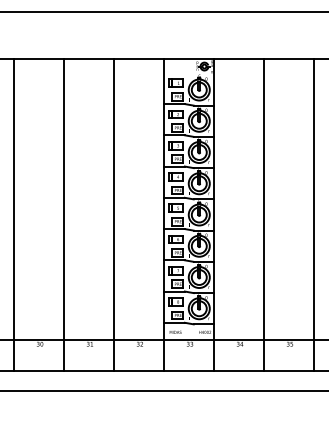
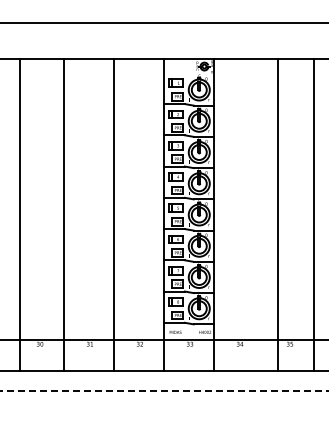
line at (163, 11) position: (163, 11) -> (163, 22)
line at (14, 214) position: (14, 214) -> (20, 214)
line at (264, 214) position: (264, 214) -> (278, 214)
line at (164, 391): solid -> dashed
